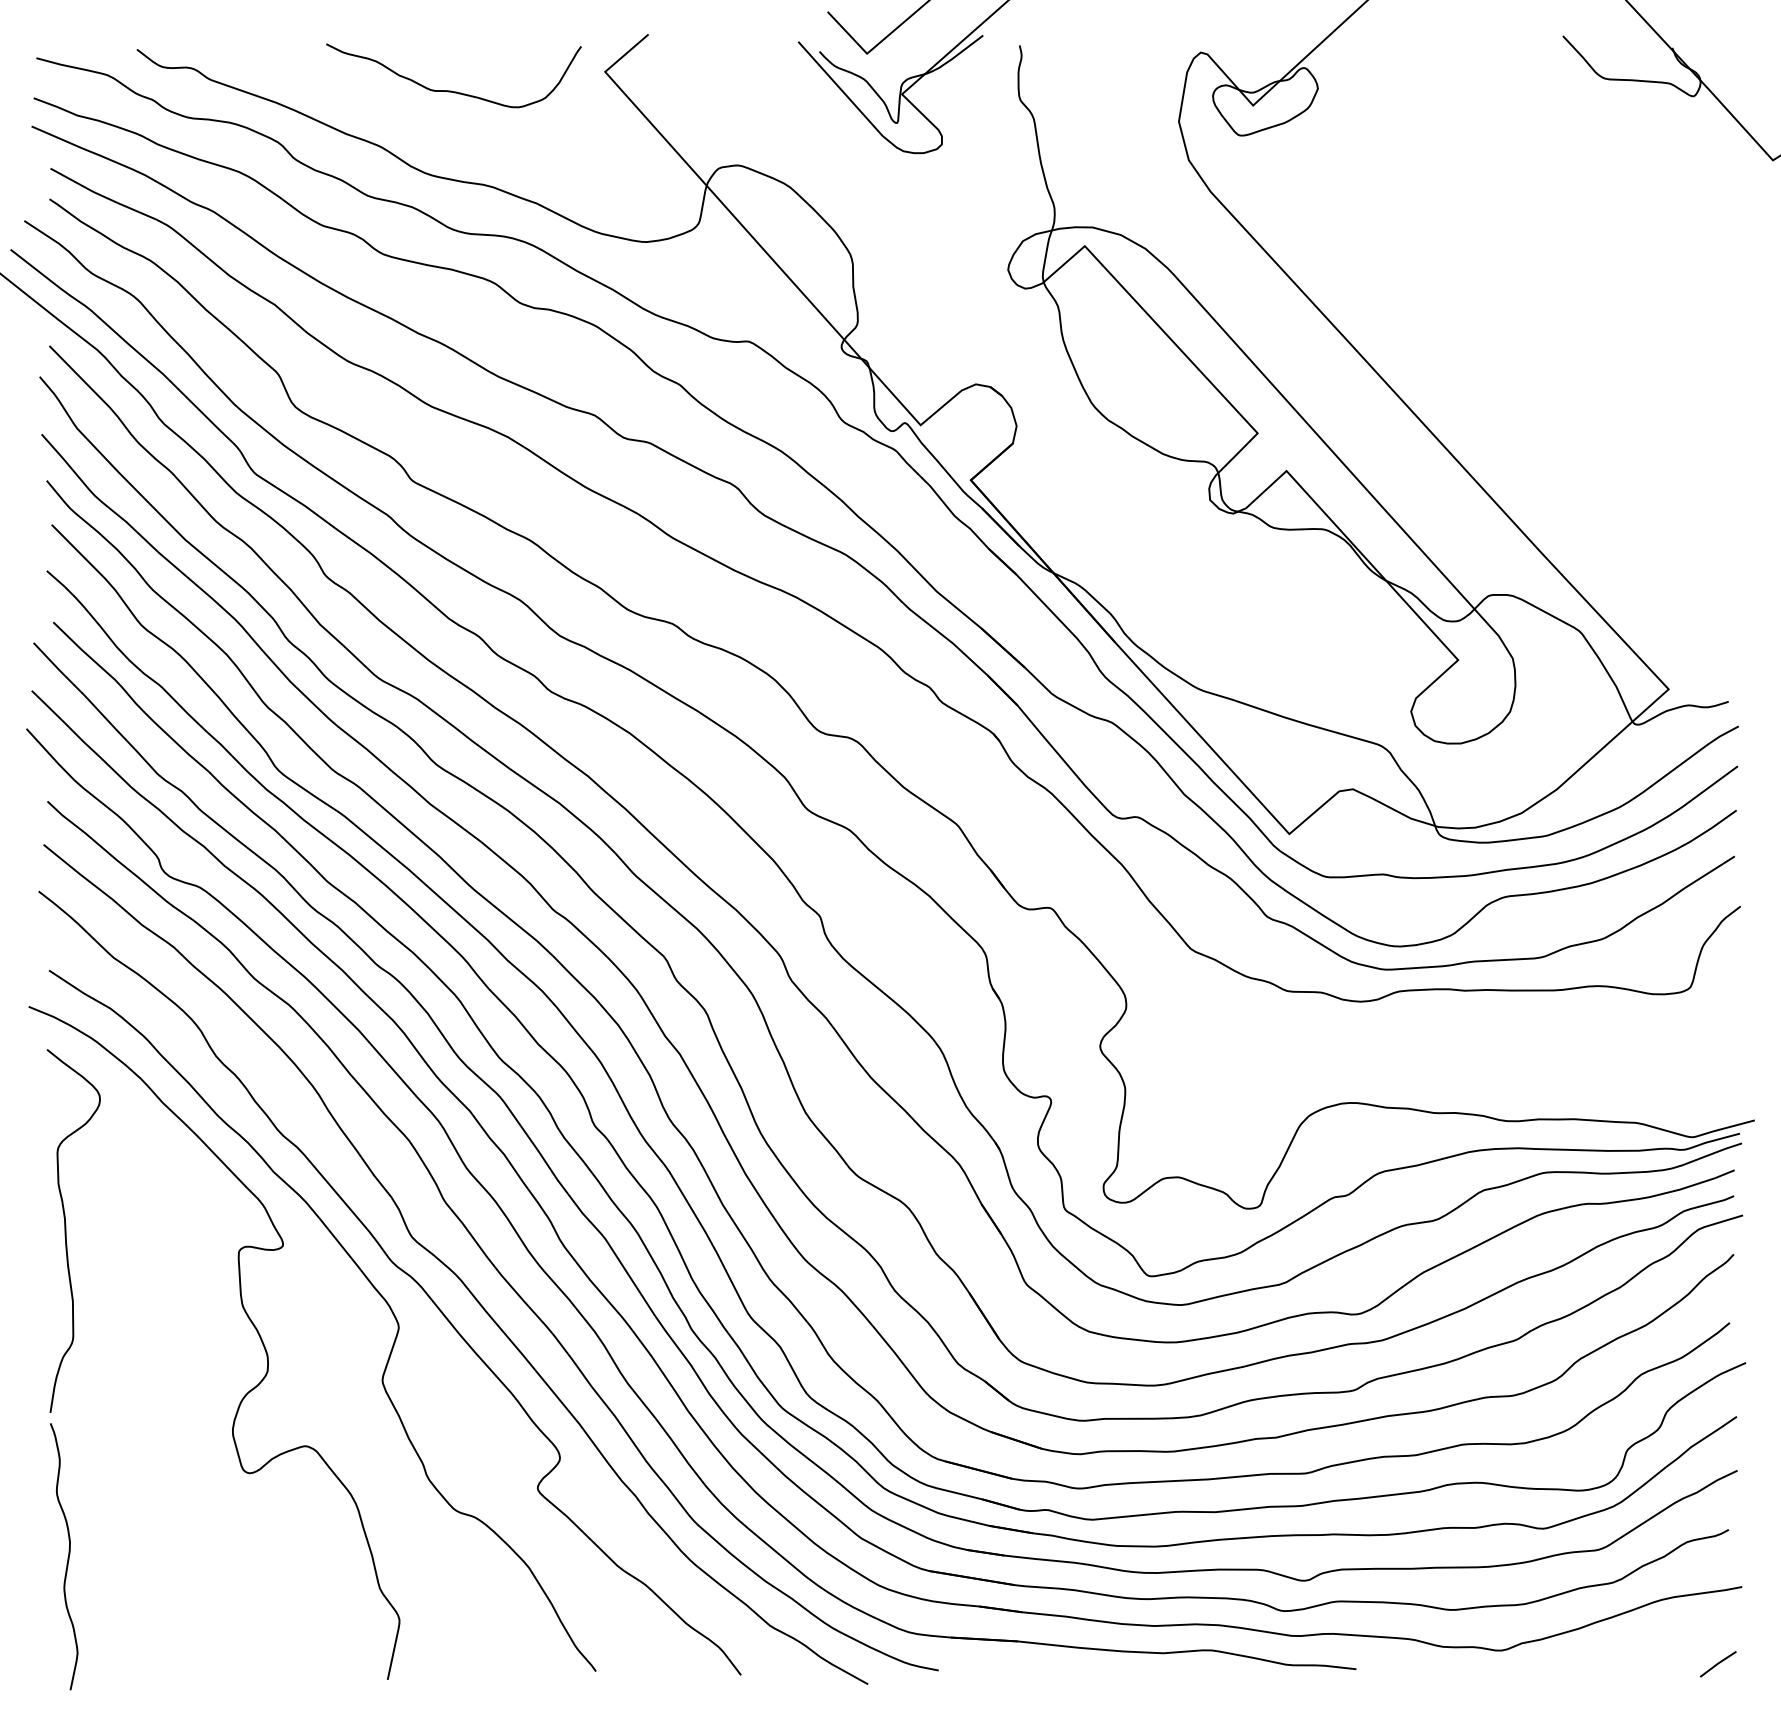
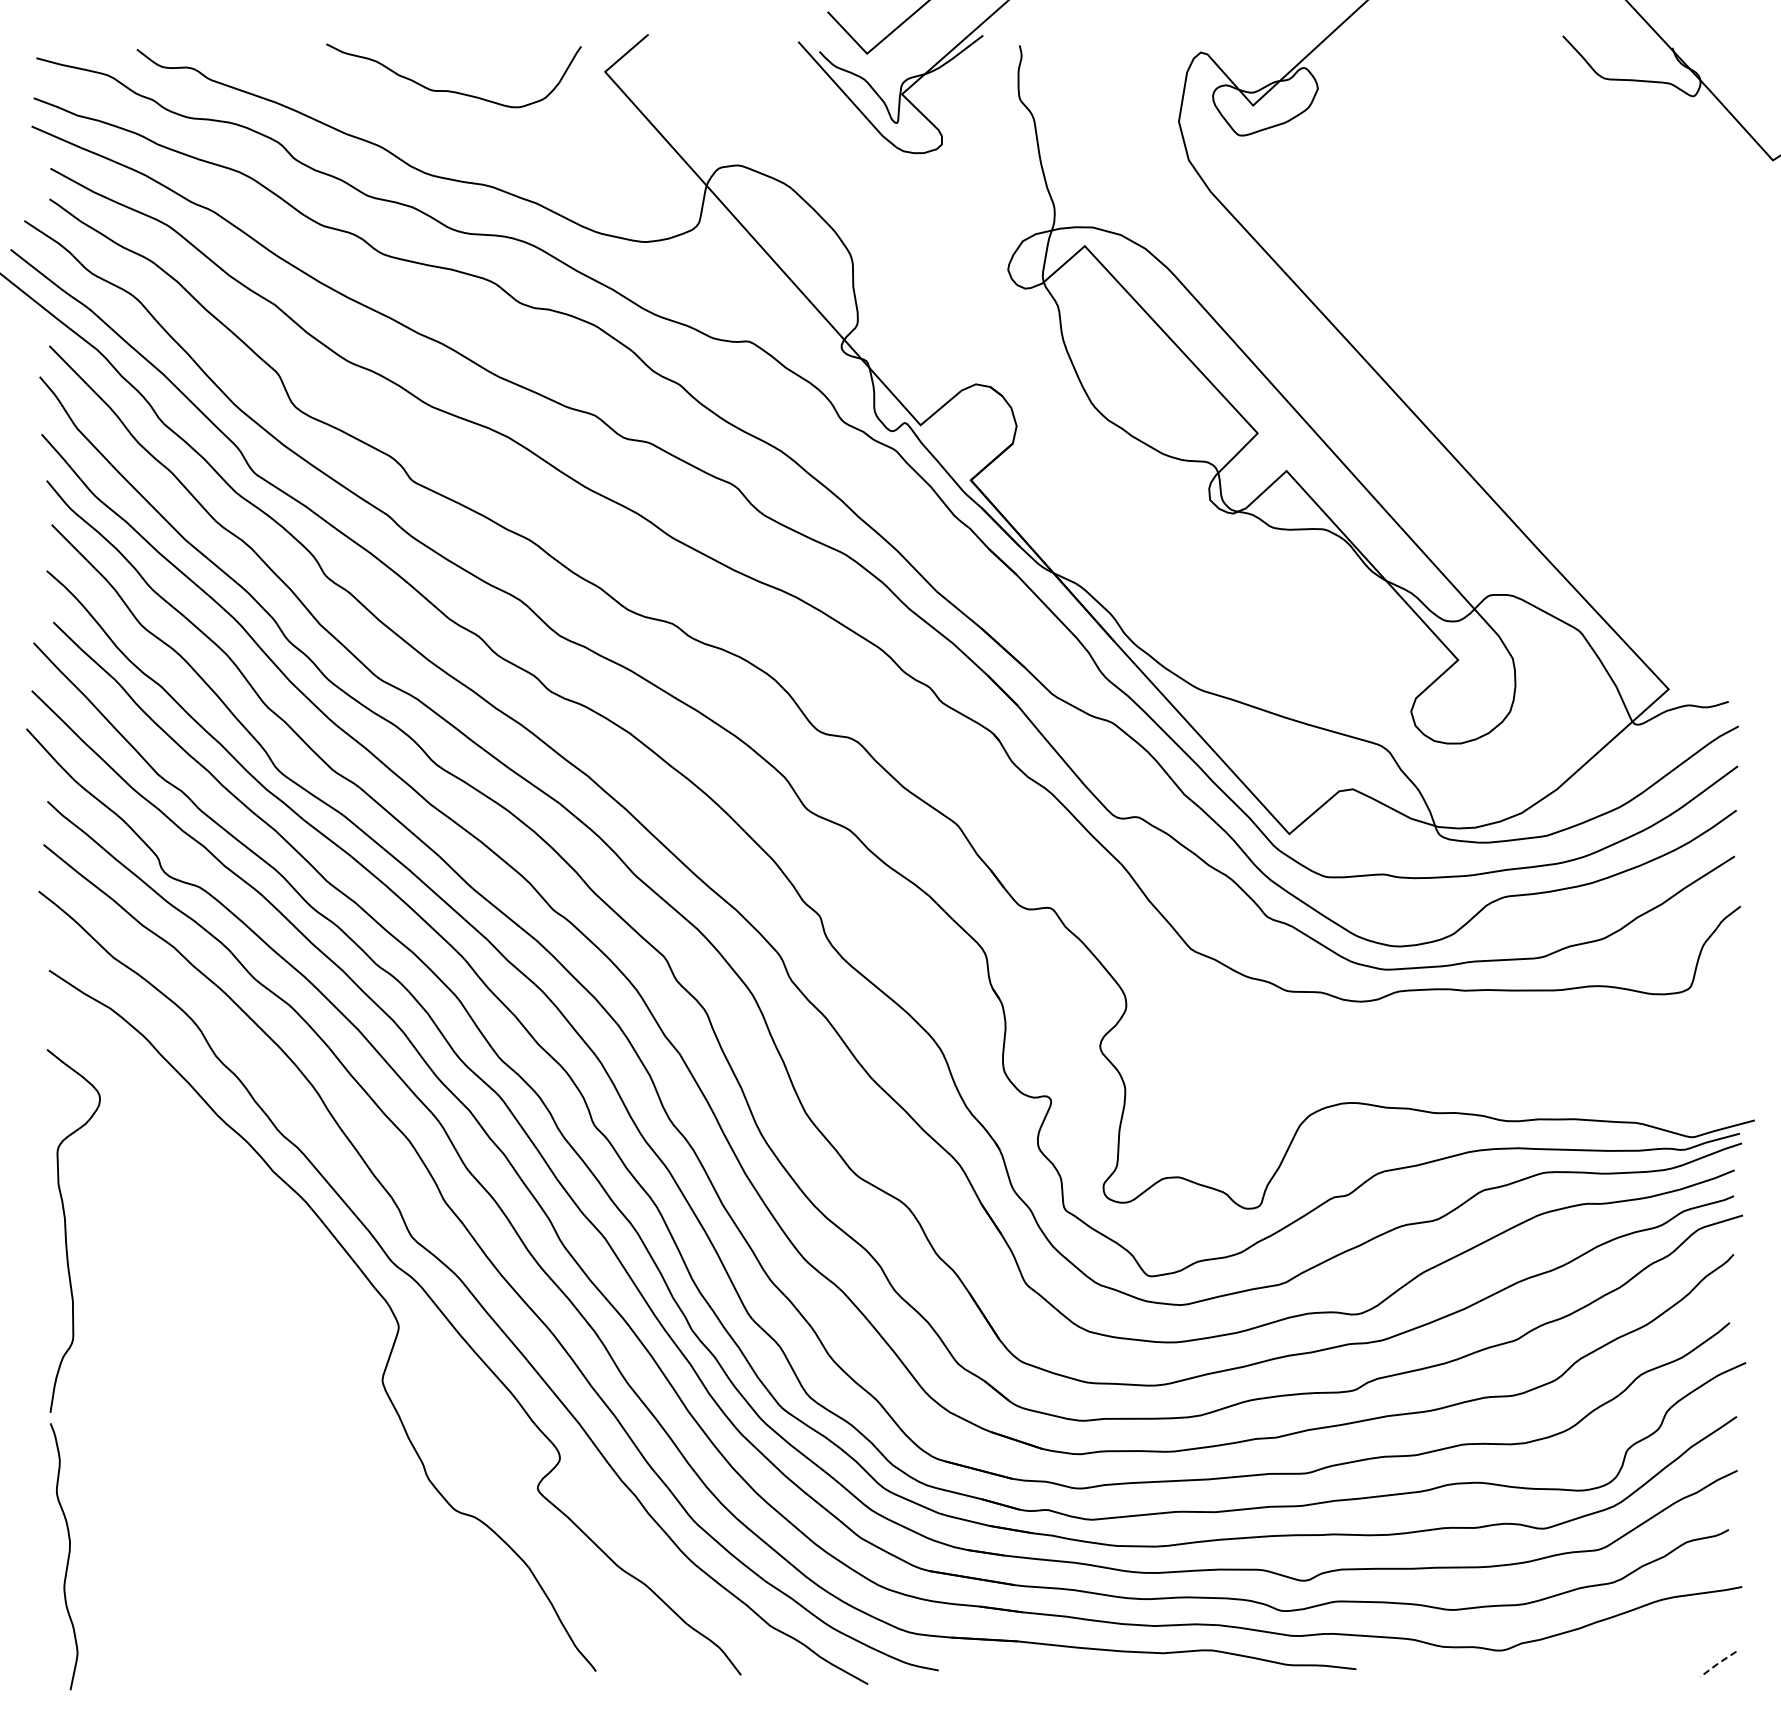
curve at (249, 1320): present -> none
line at (1718, 1663): solid -> dashed
